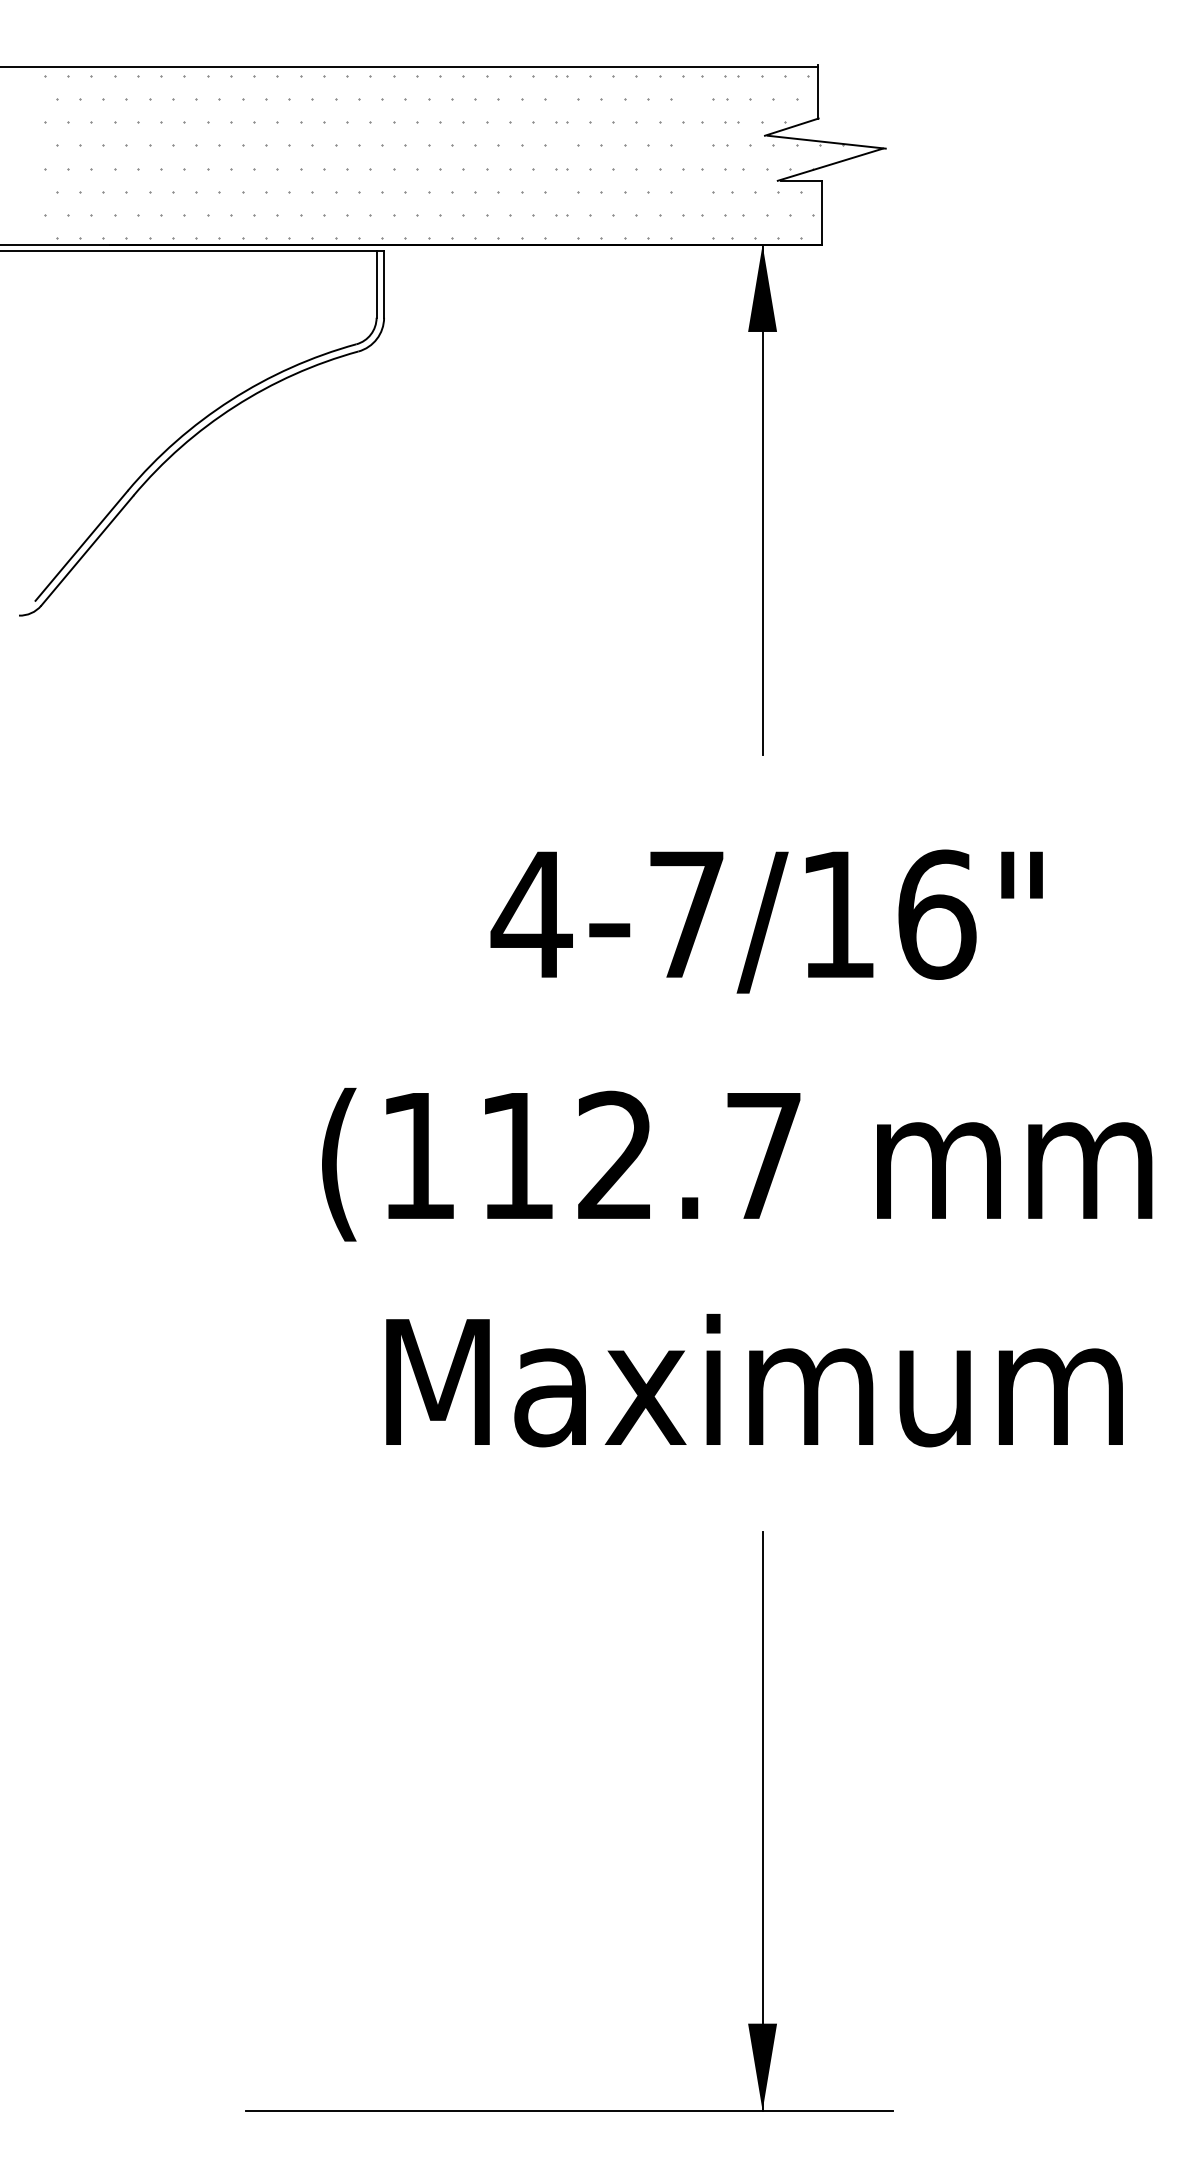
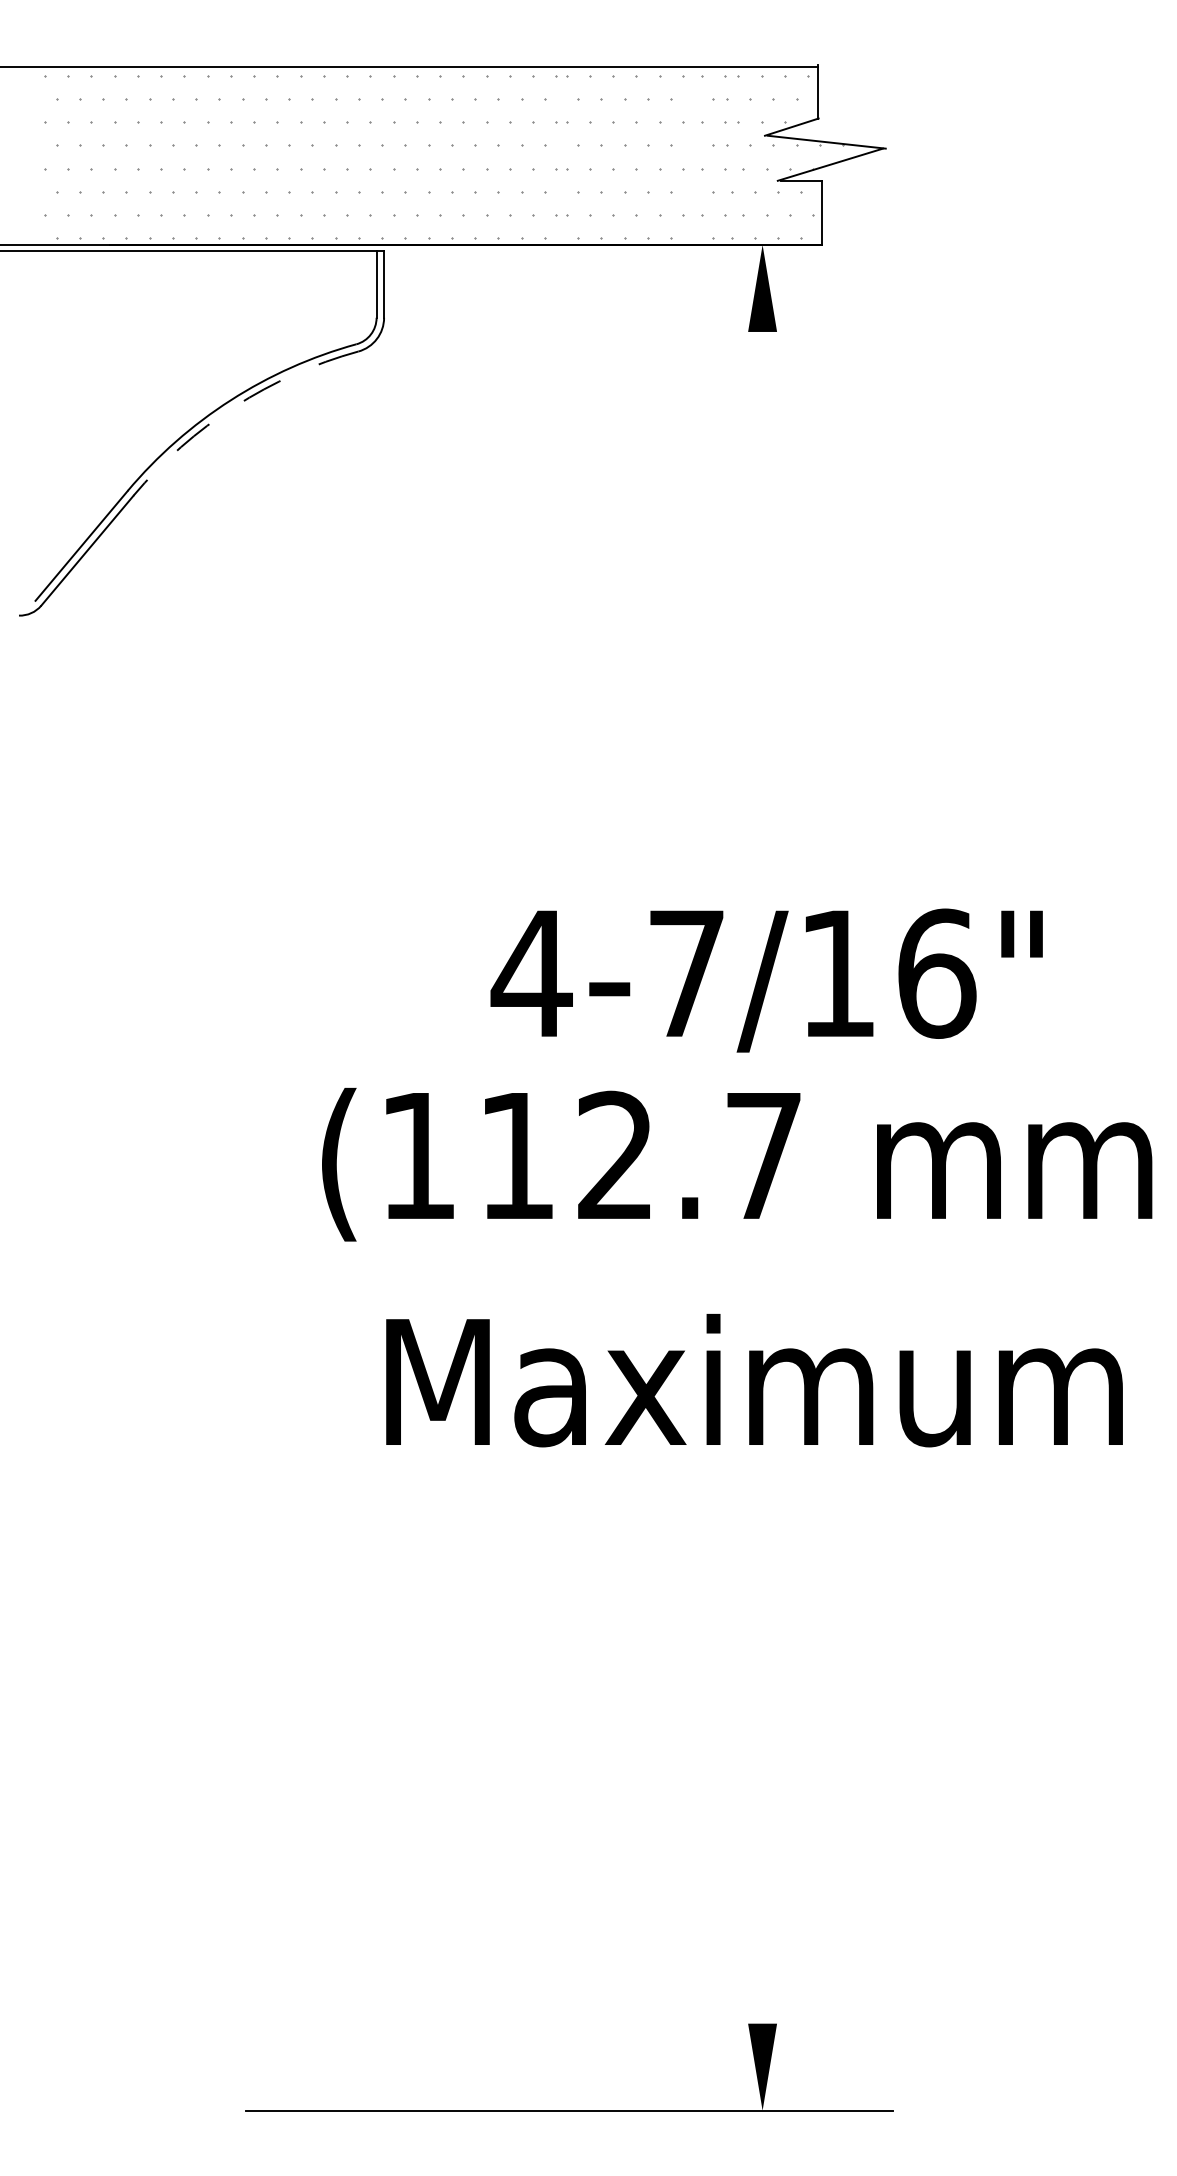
arc at (234, 406): solid -> dashed
line at (762, 499): present -> none
text at (766, 921) position: (766, 921) -> (766, 980)
line at (762, 1821): present -> none
